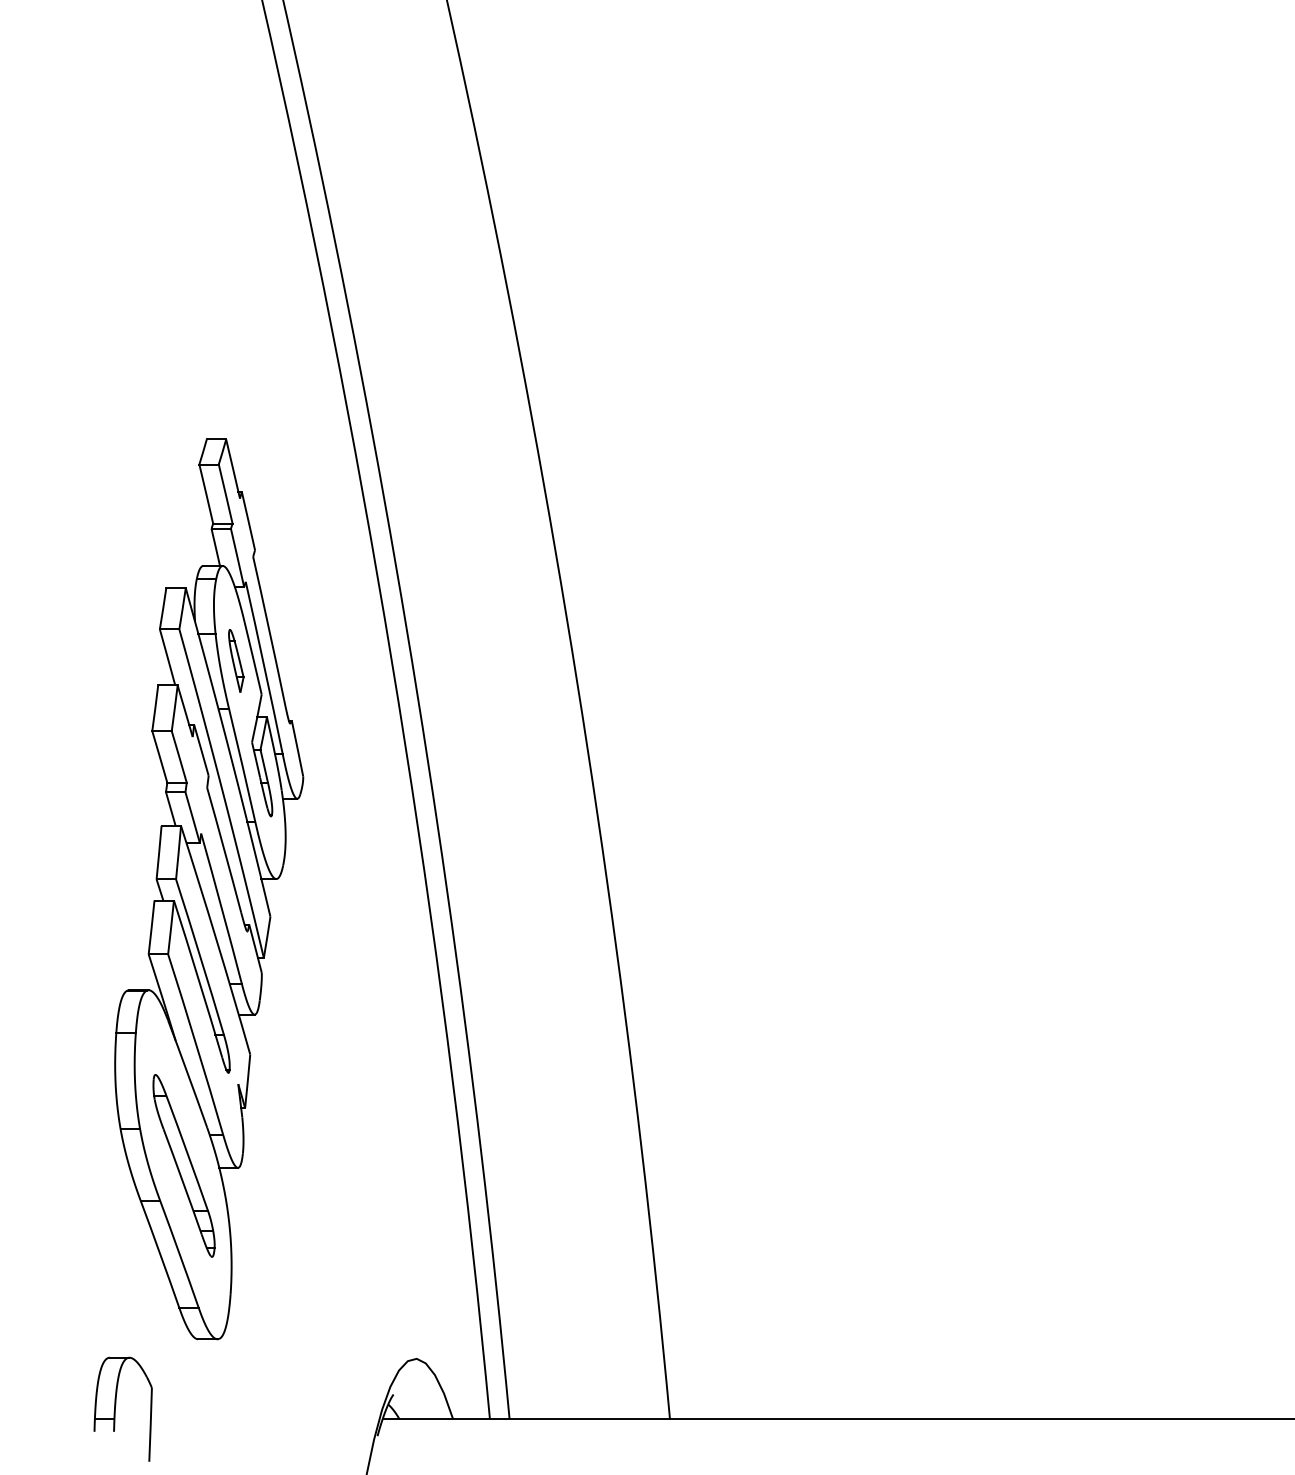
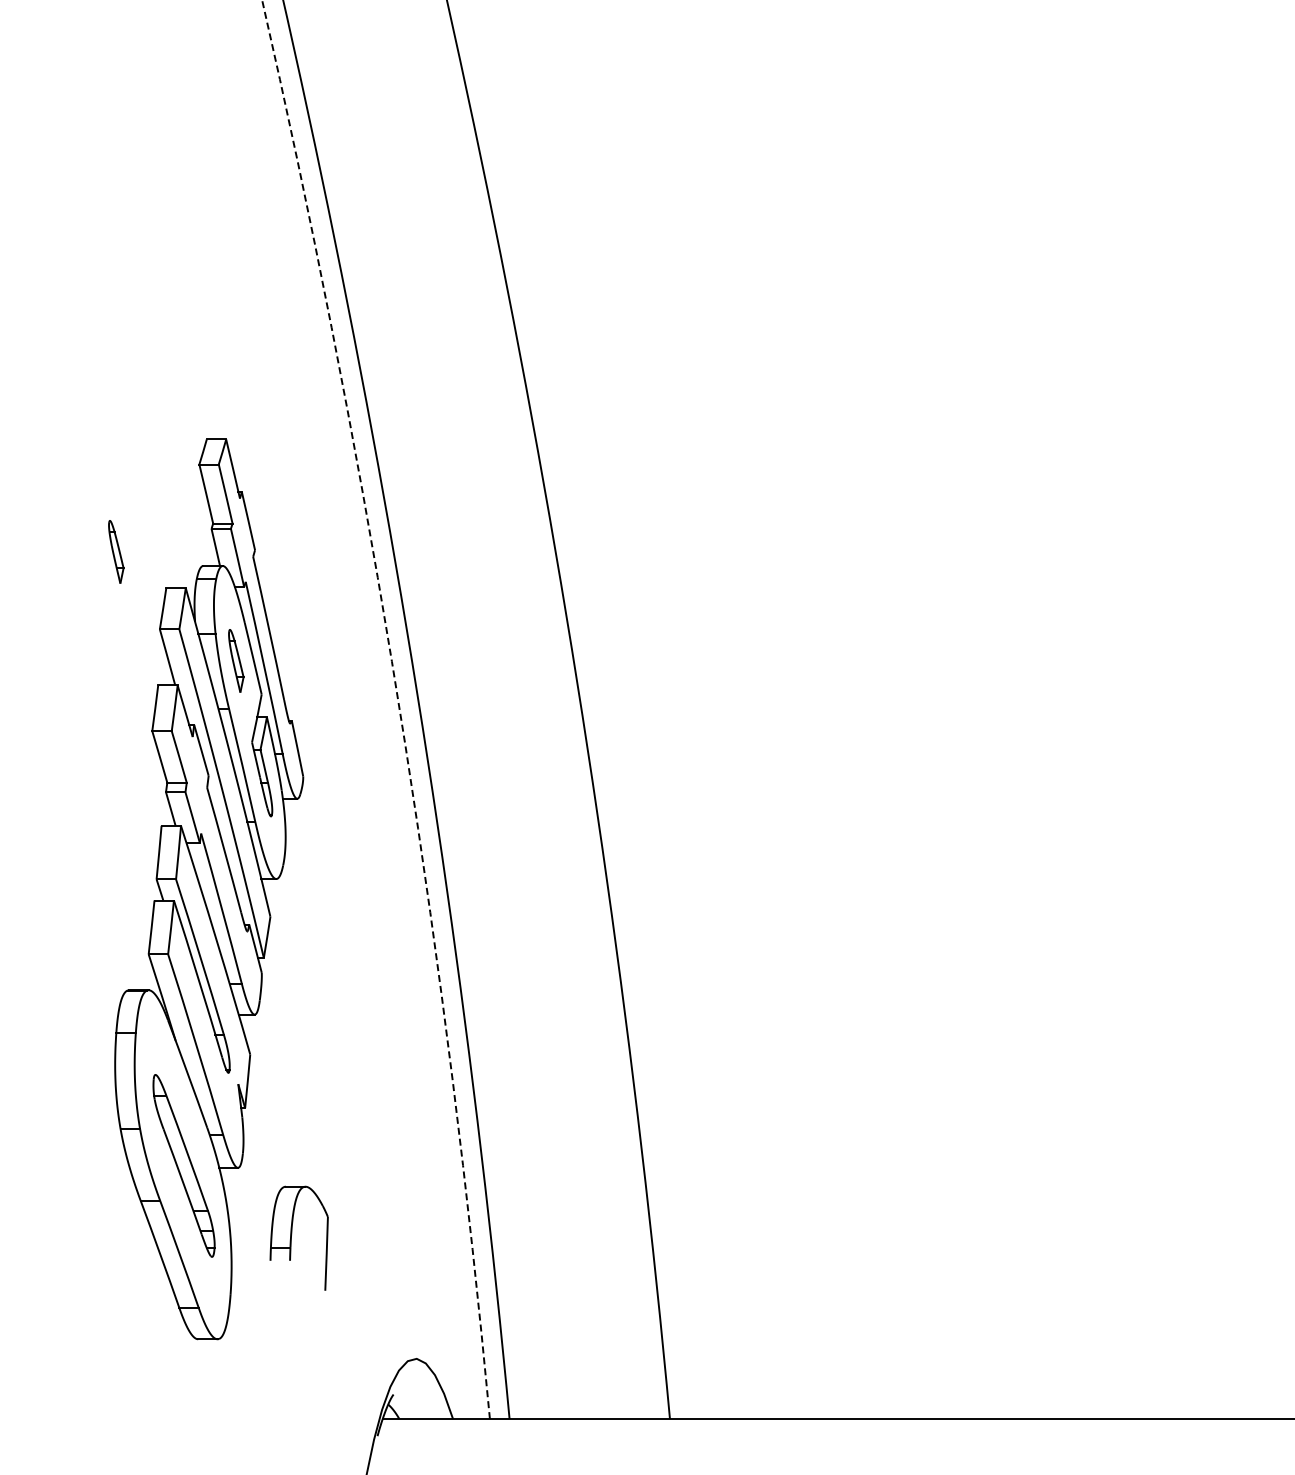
part at (116, 551): none -> present
arc at (399, 705): solid -> dashed
part at (116, 1405) position: (116, 1405) -> (292, 1234)
